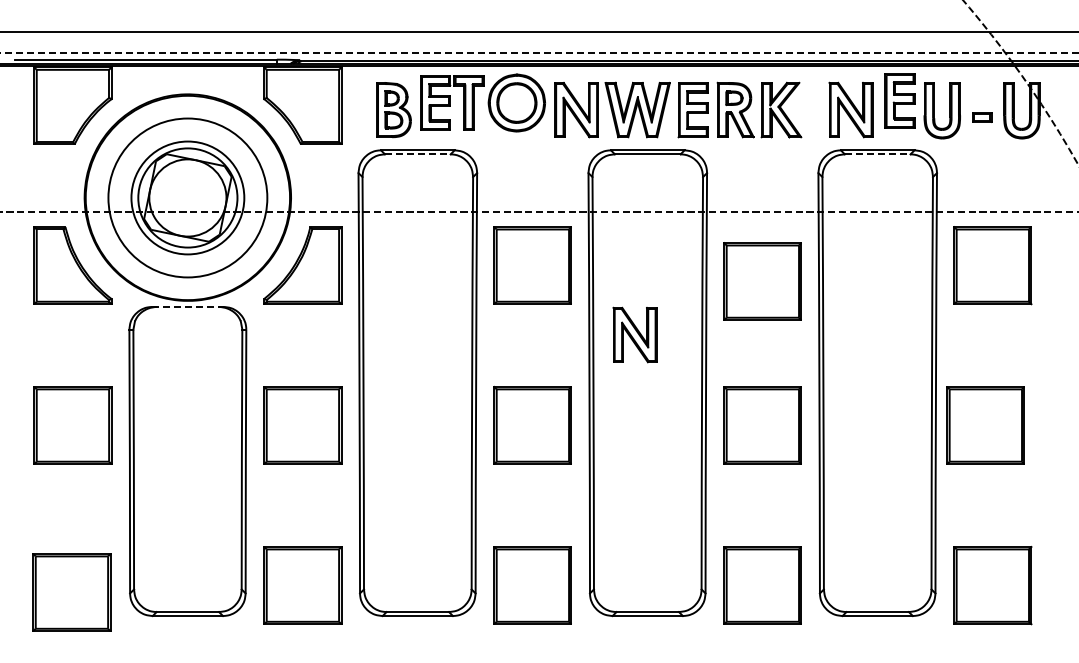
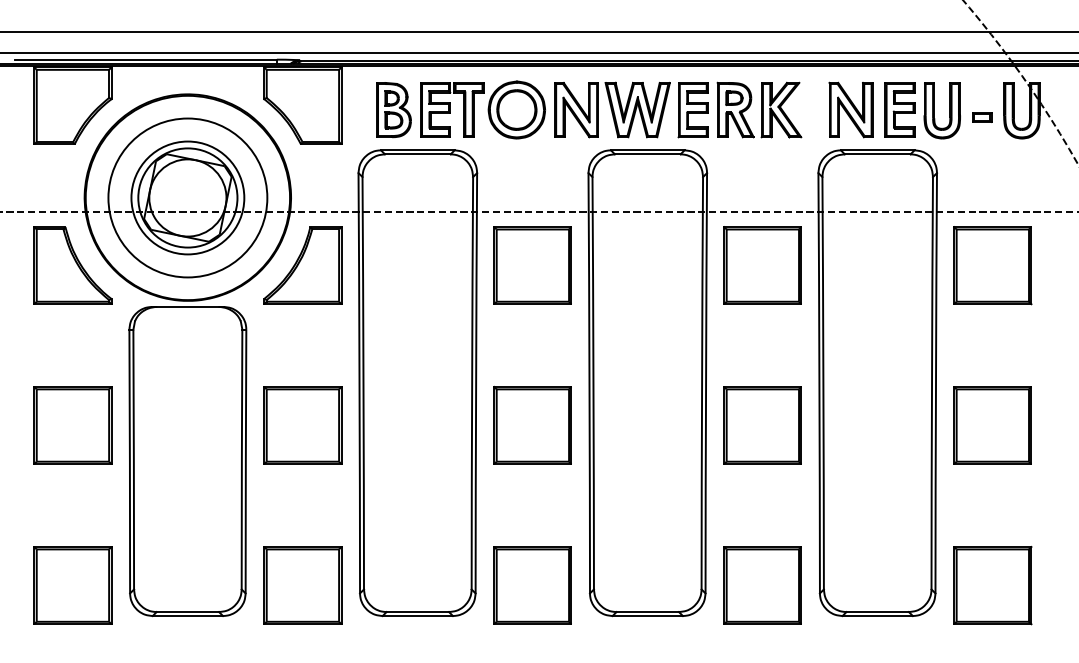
line at (539, 52): dashed -> solid
part at (899, 100) position: (899, 100) -> (899, 109)
part at (482, 102) position: (482, 102) -> (482, 109)
line at (417, 154): dashed -> solid
line at (877, 154): dashed -> solid
part at (762, 281) position: (762, 281) -> (762, 265)
line at (187, 306): dashed -> solid
part at (634, 334): present -> none
part at (985, 425) position: (985, 425) -> (992, 425)
part at (71, 592) position: (71, 592) -> (72, 585)
